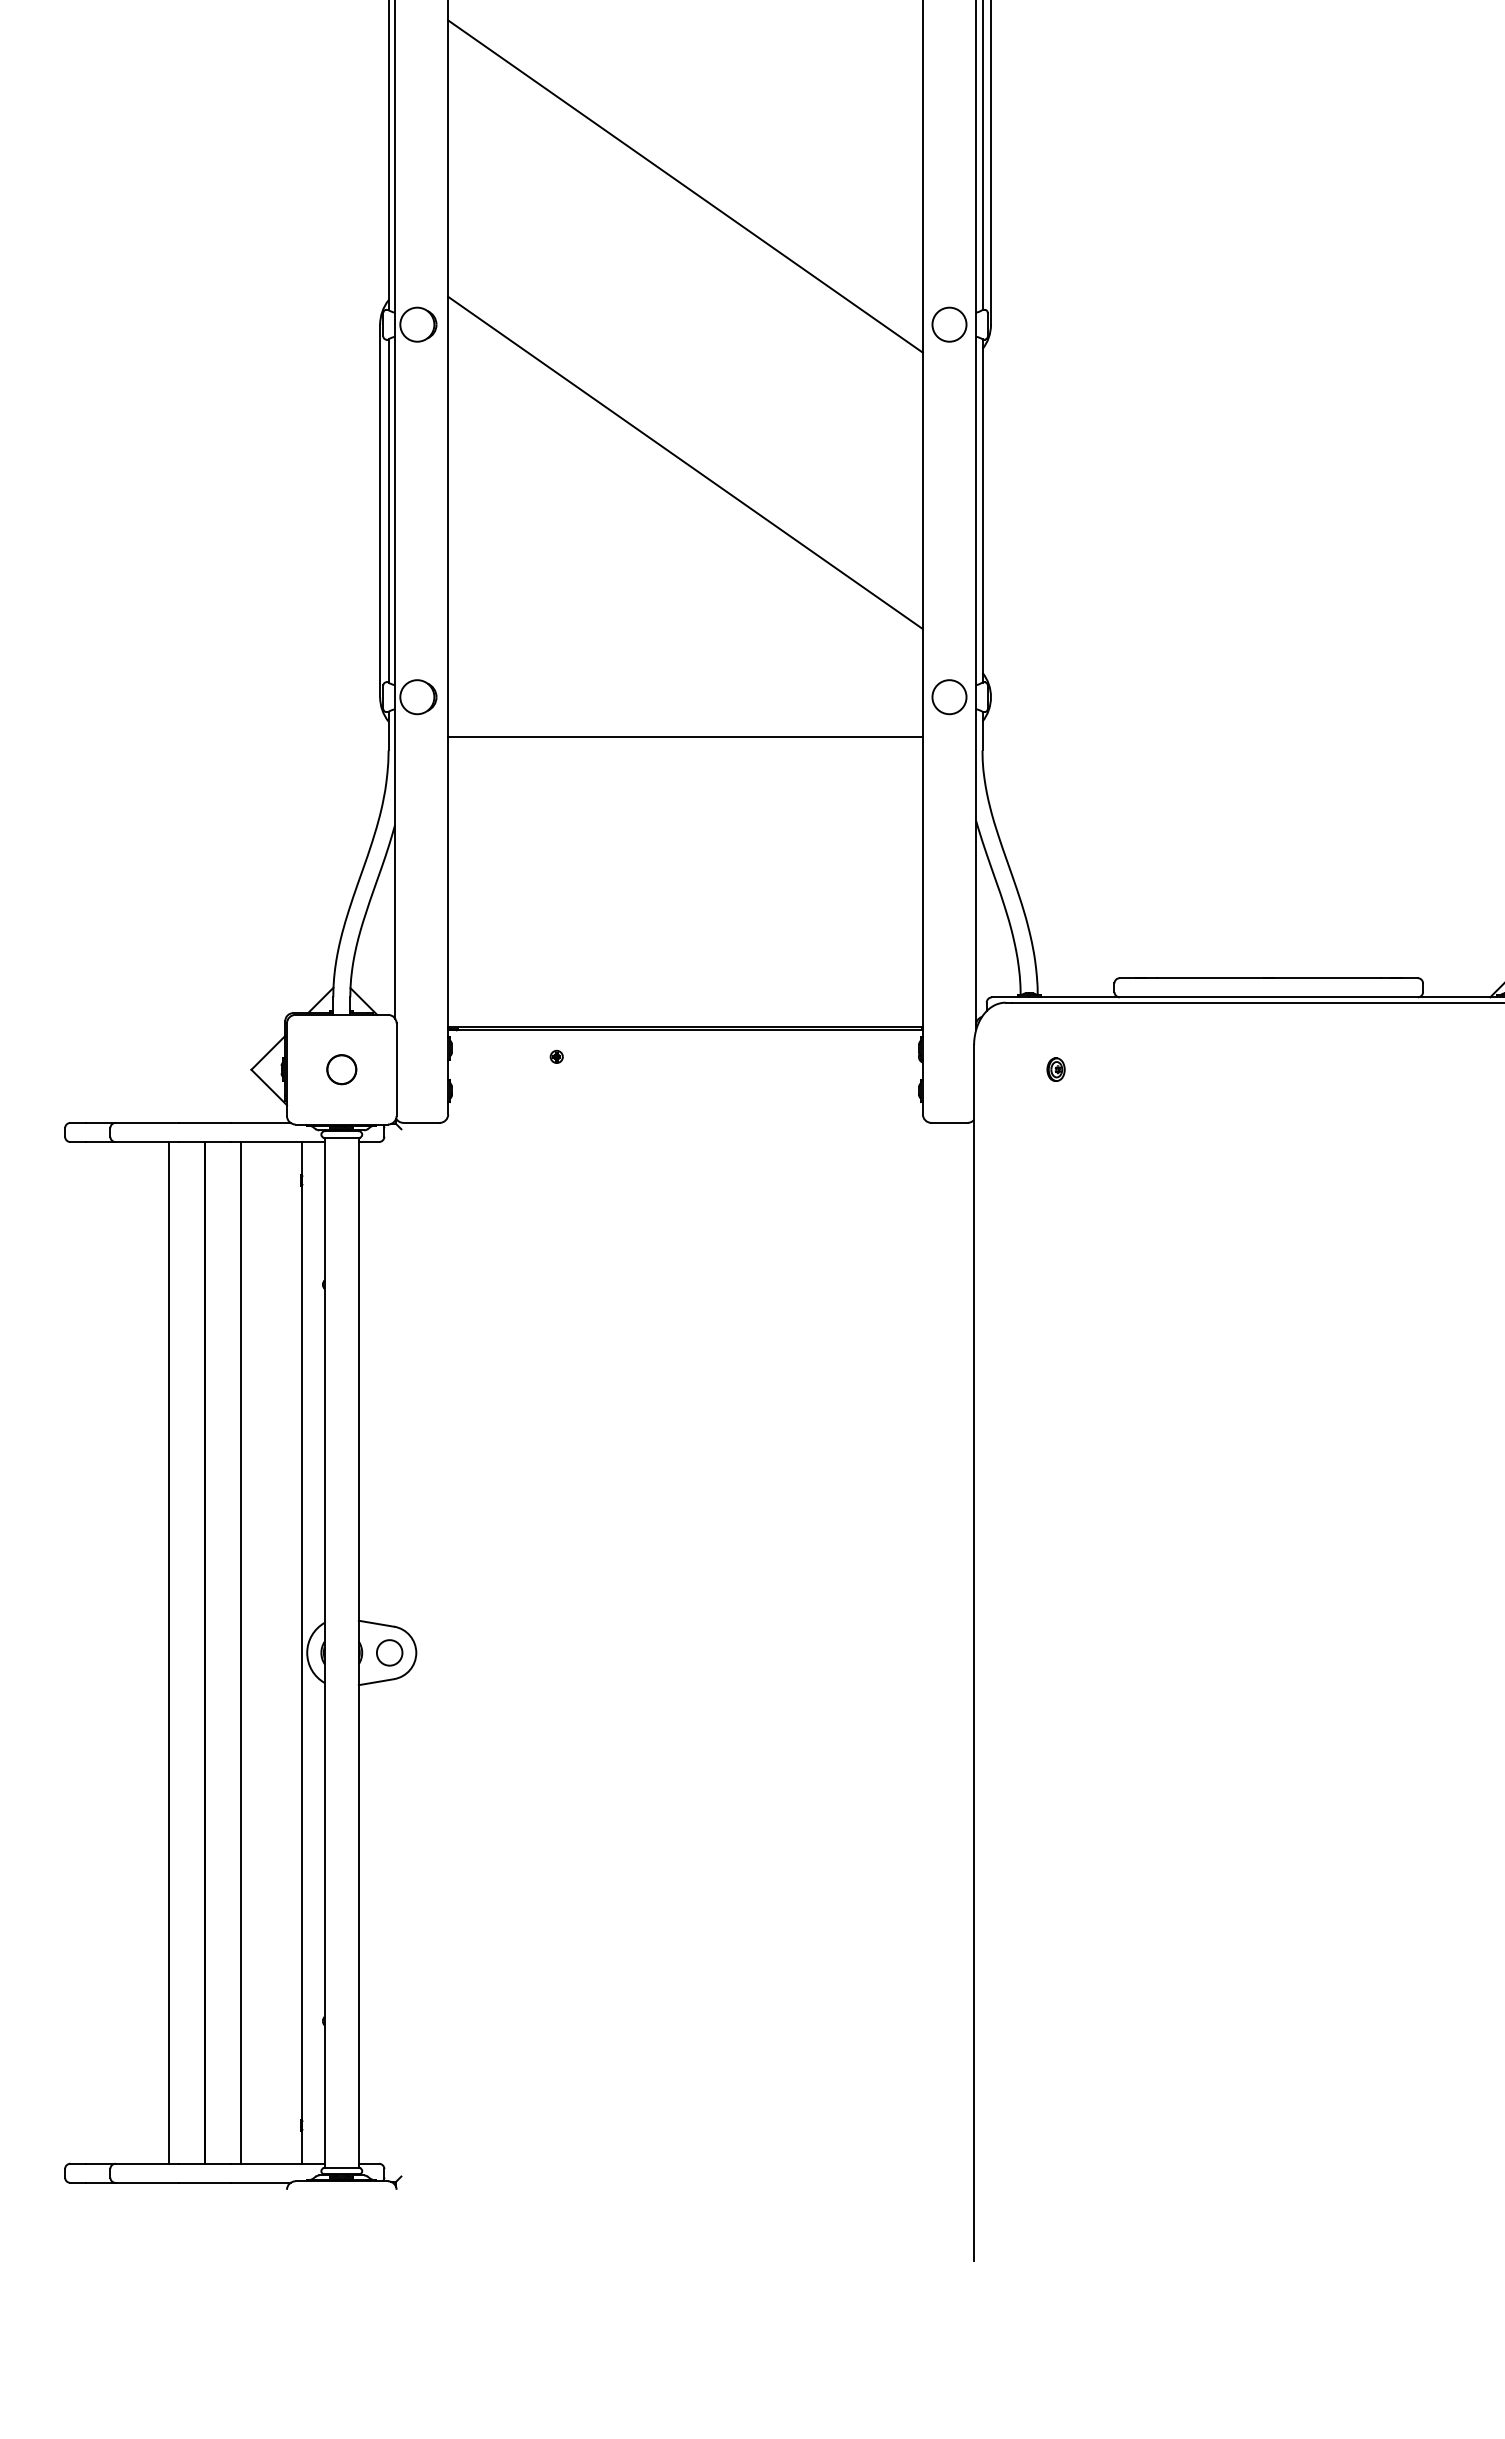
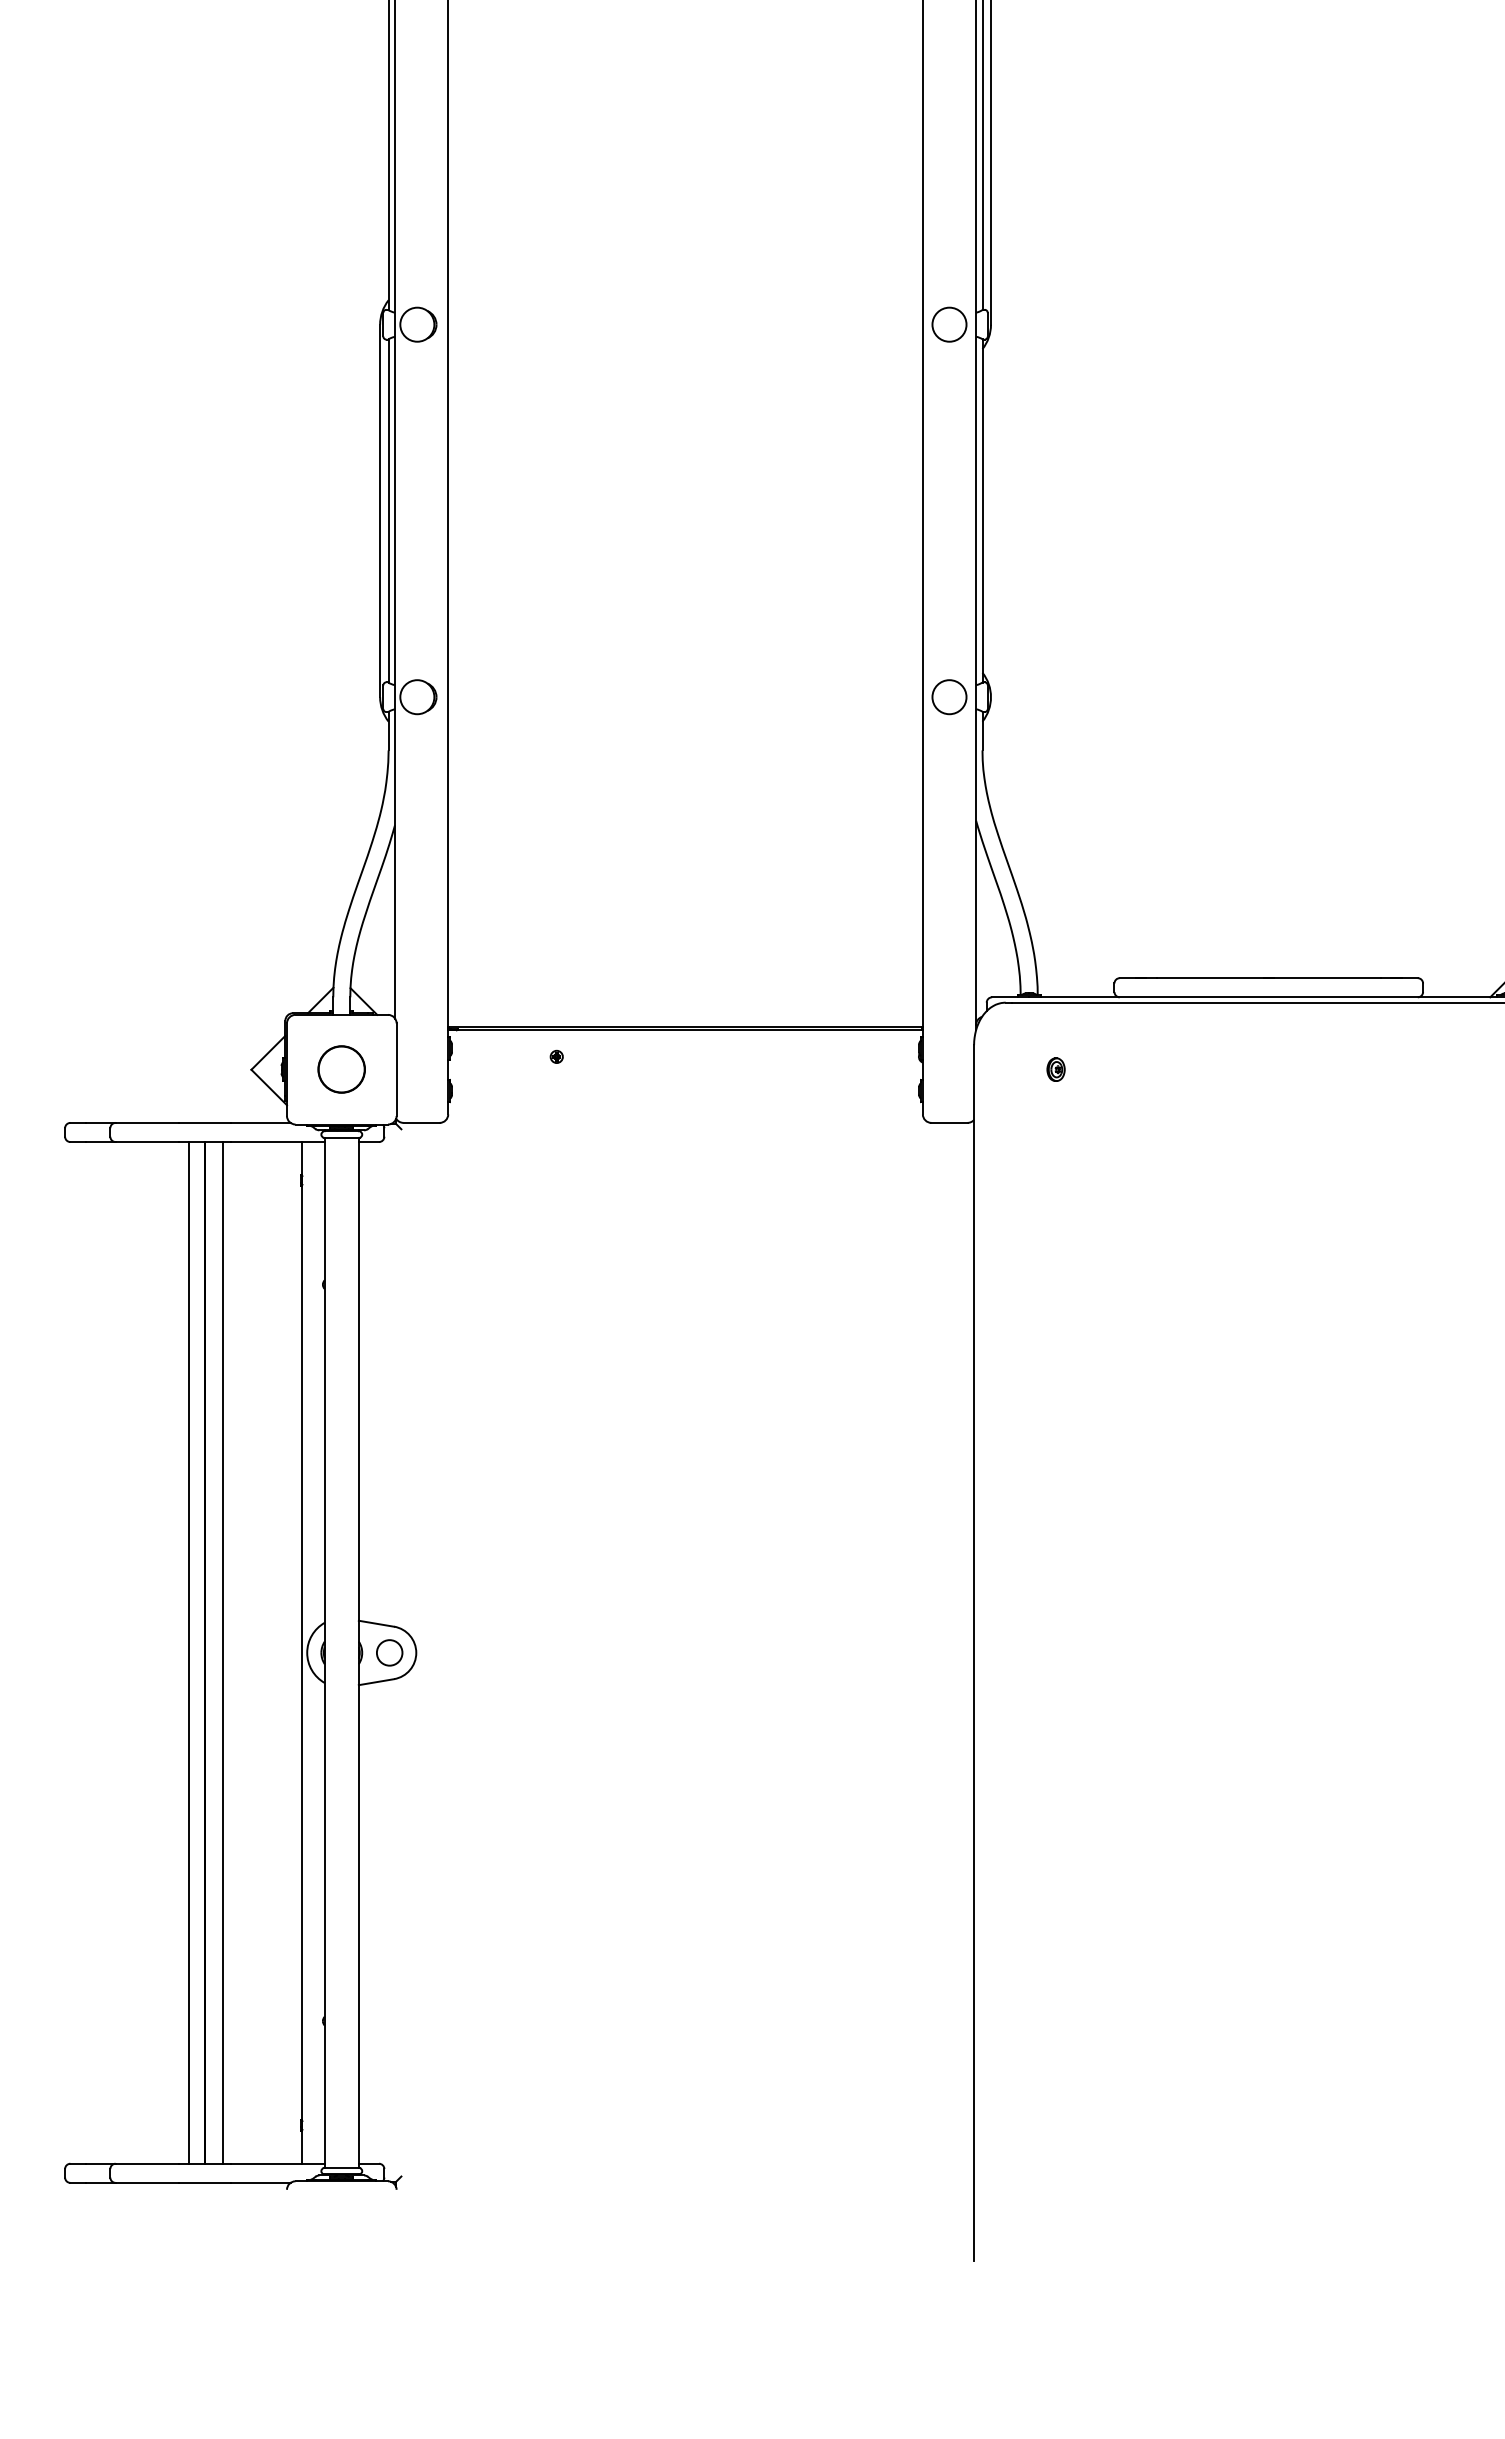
line at (685, 186): present -> none
line at (685, 462): present -> none
line at (685, 736): present -> none
circle at (341, 1069) size: 32x32 px -> 49x49 px
line at (169, 1652) position: (169, 1652) -> (189, 1652)
line at (241, 1652) position: (241, 1652) -> (223, 1652)
